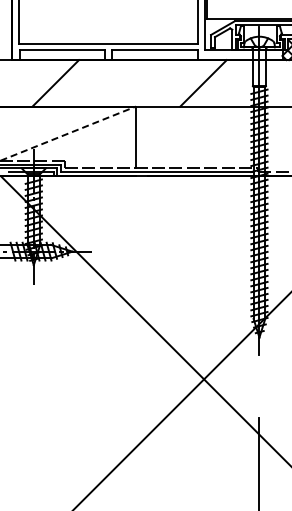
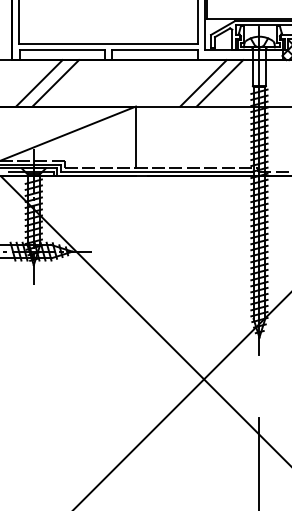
line at (39, 83): none -> present
line at (219, 83): none -> present
line at (68, 133): dashed -> solid
